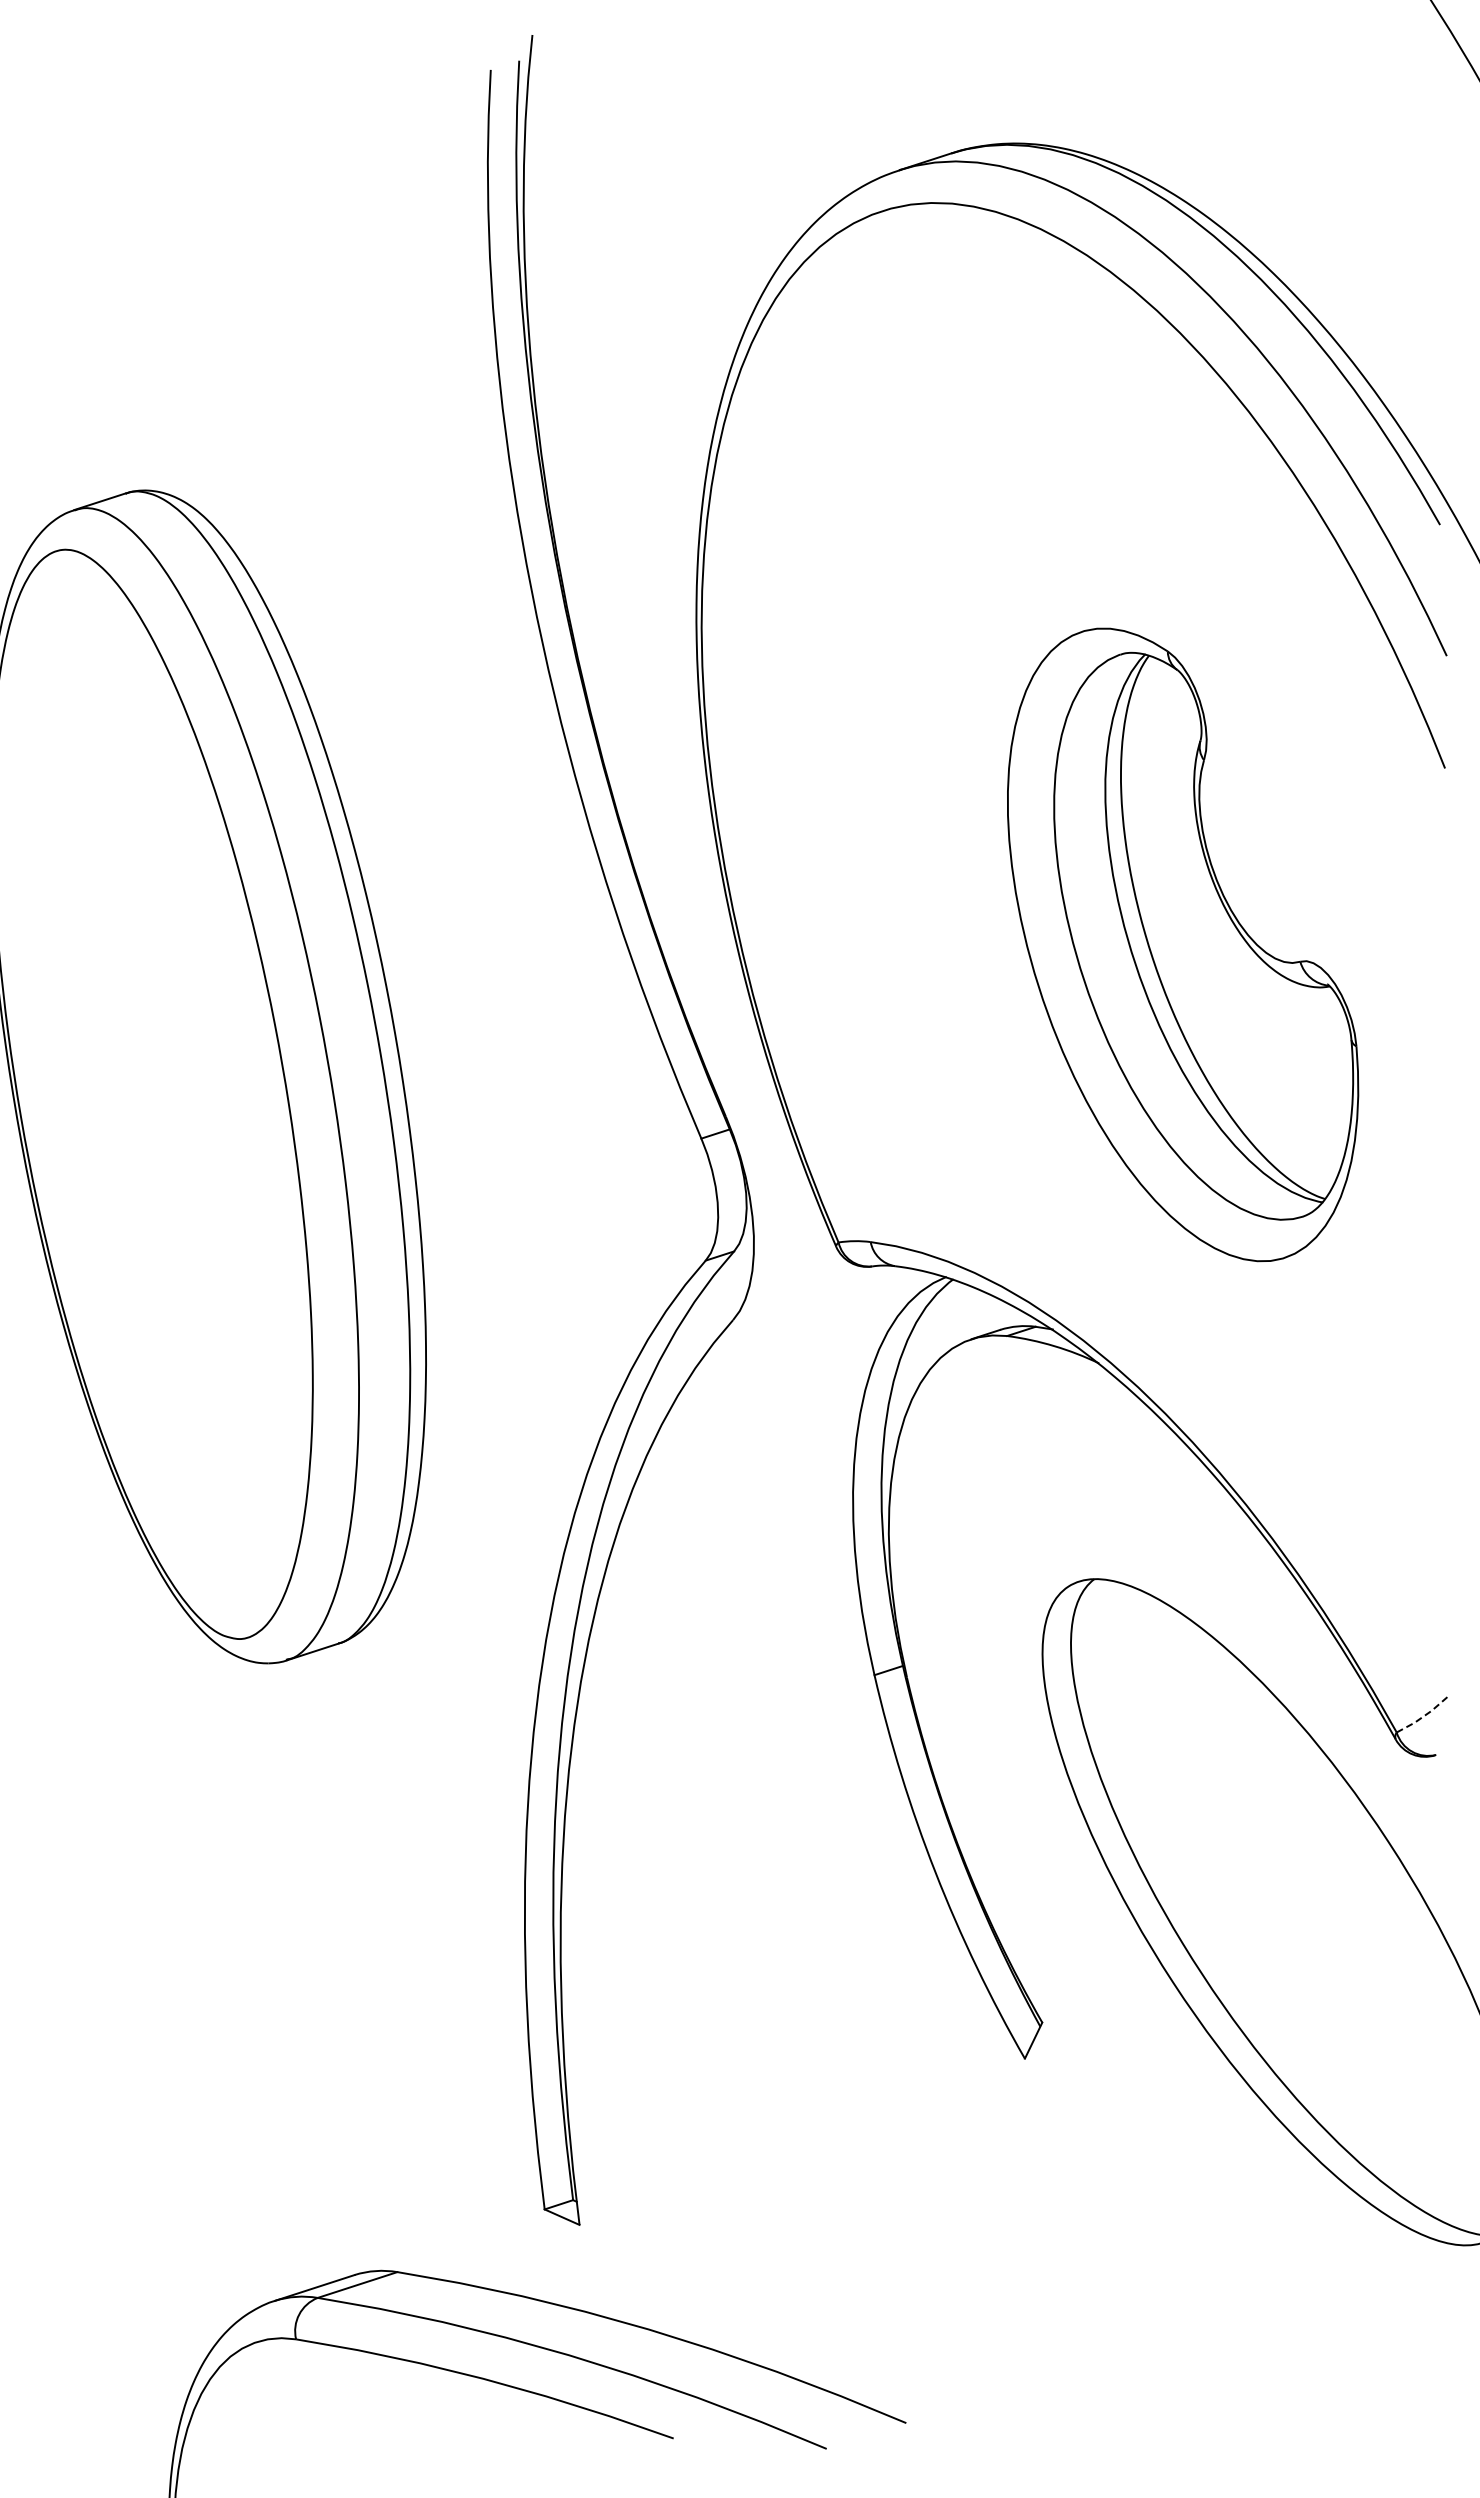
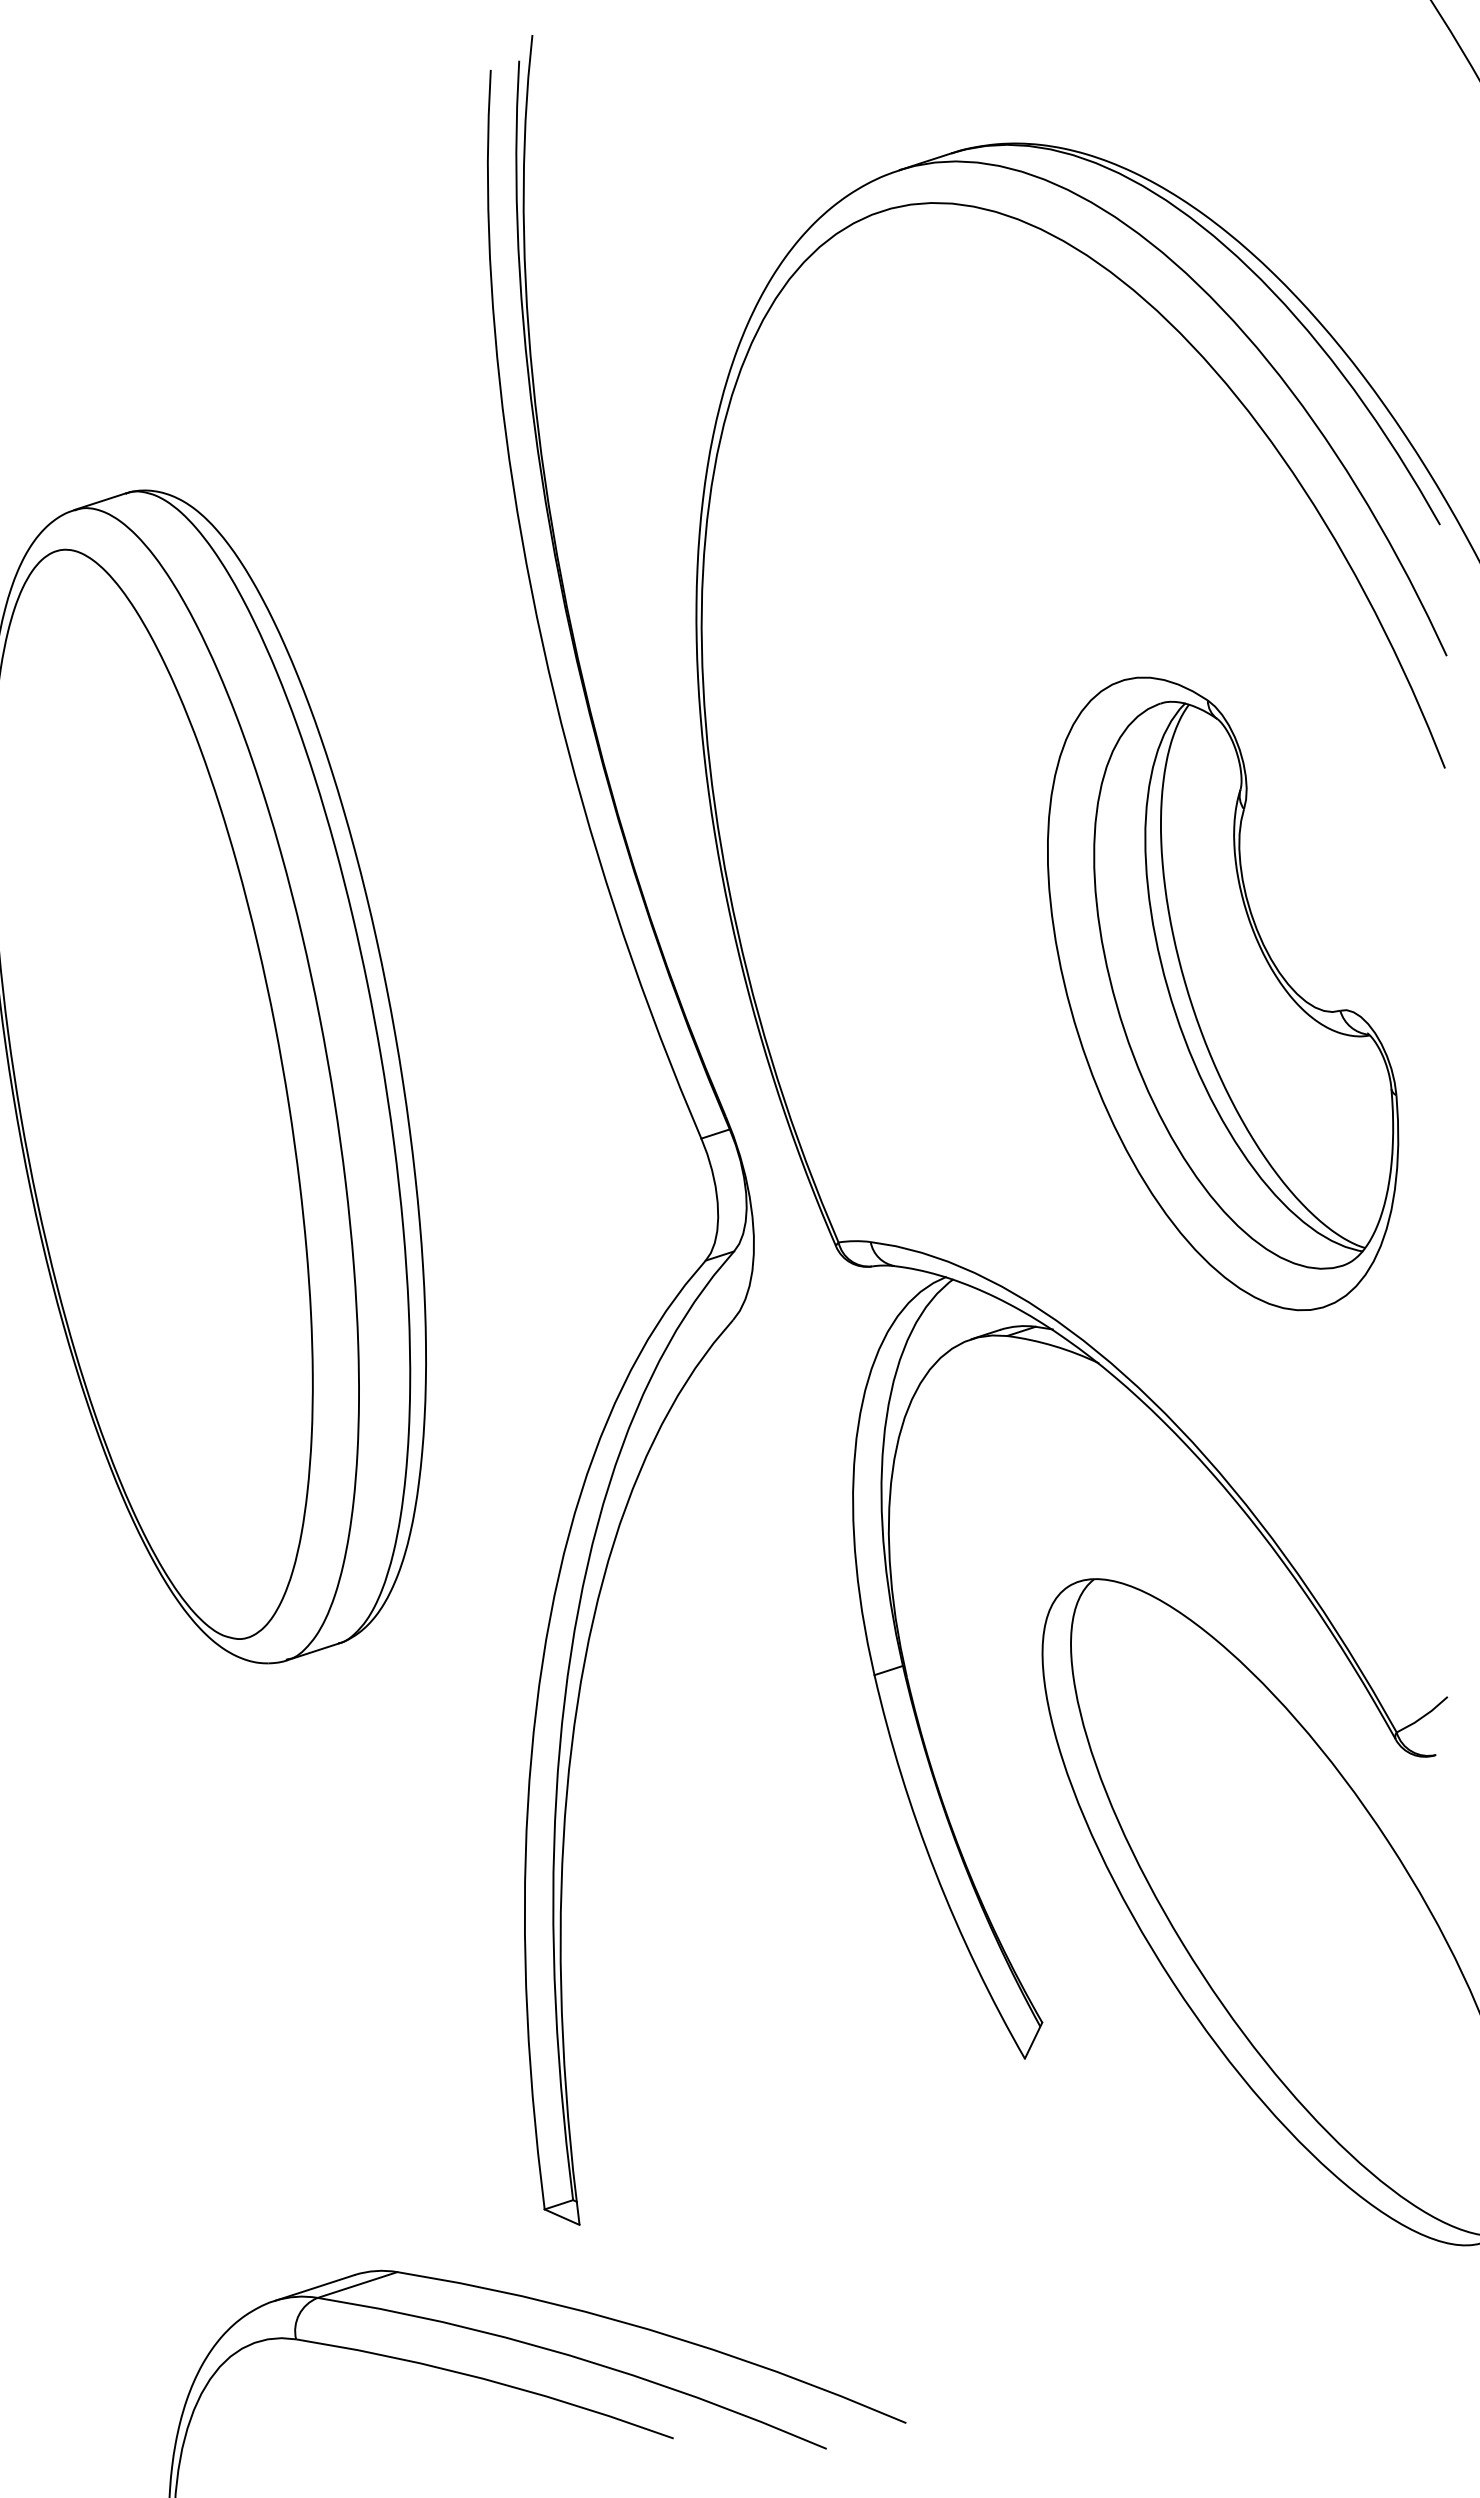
part at (1183, 944) position: (1183, 944) -> (1223, 993)
line at (1423, 1716): dashed -> solid
